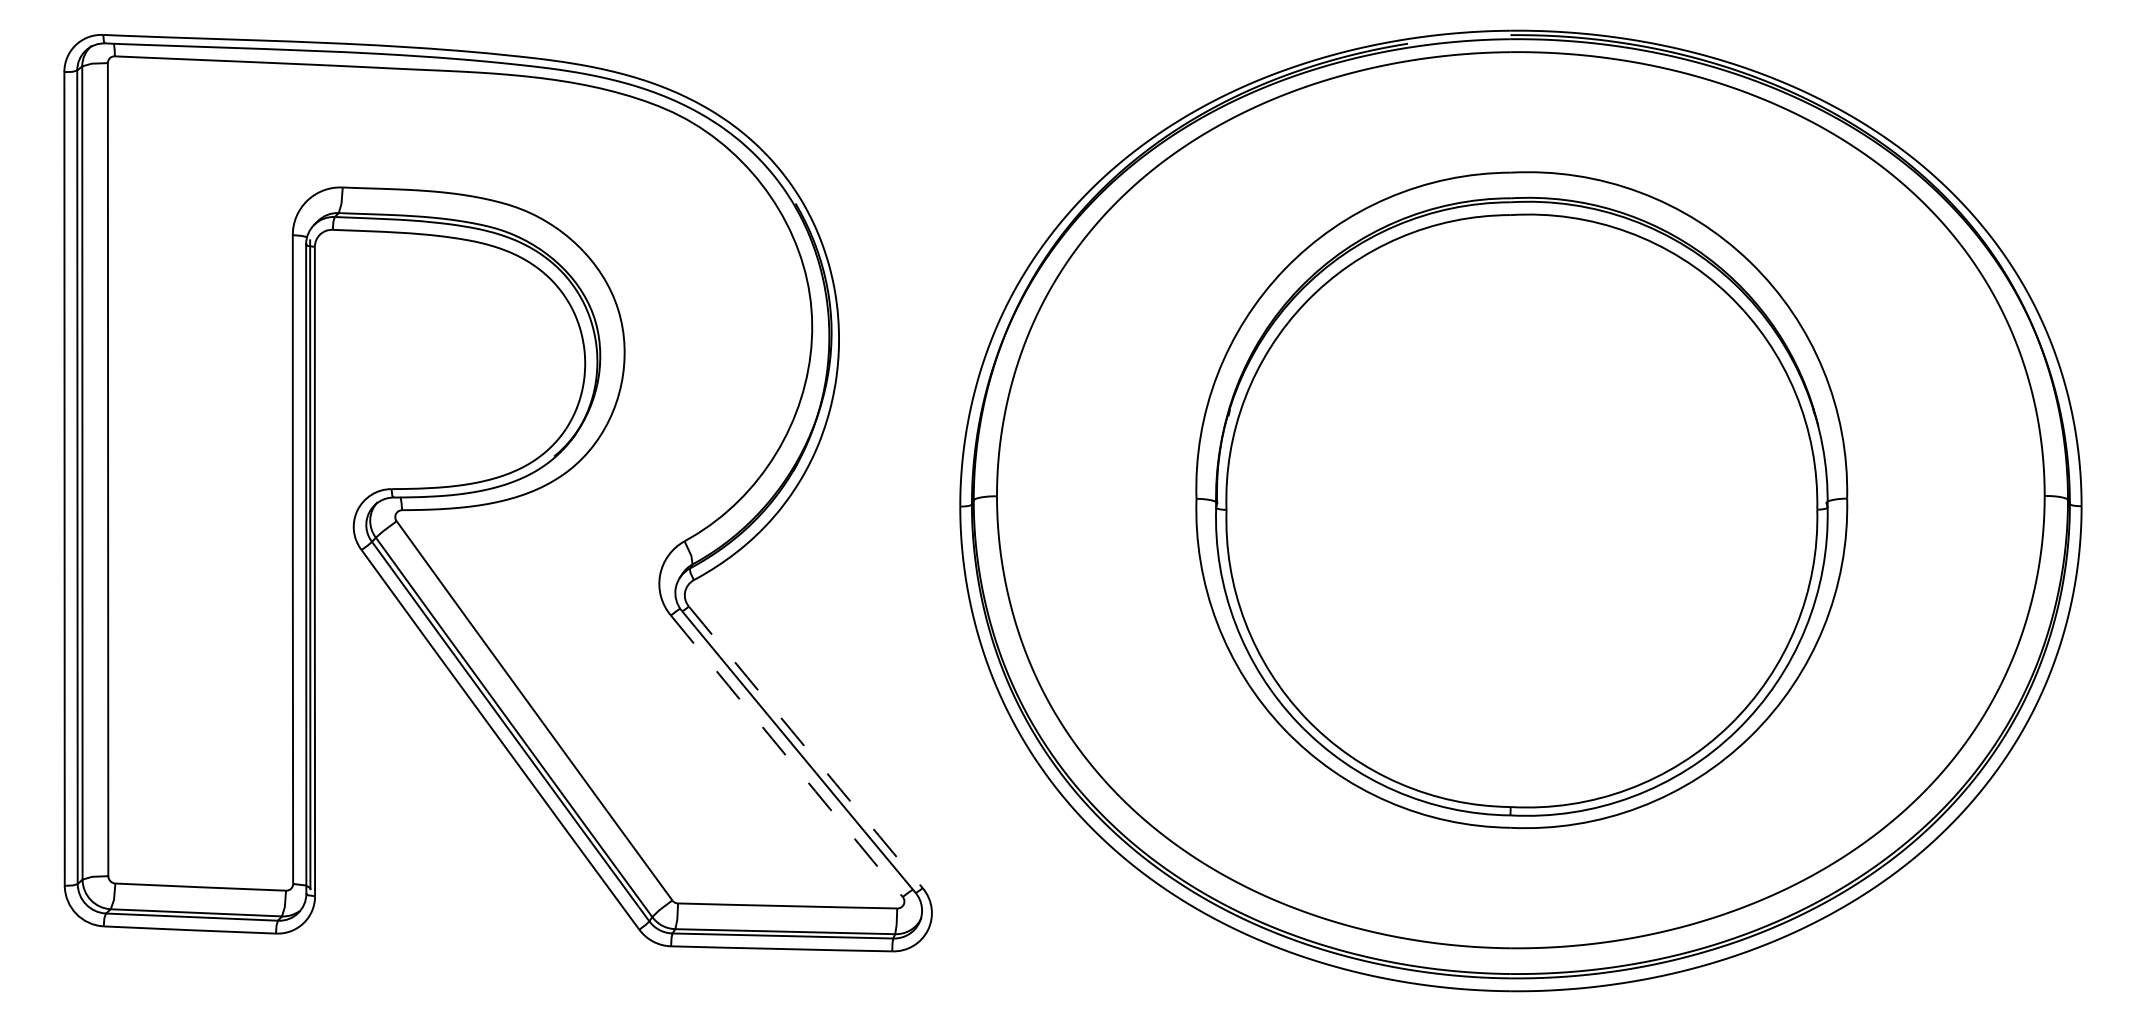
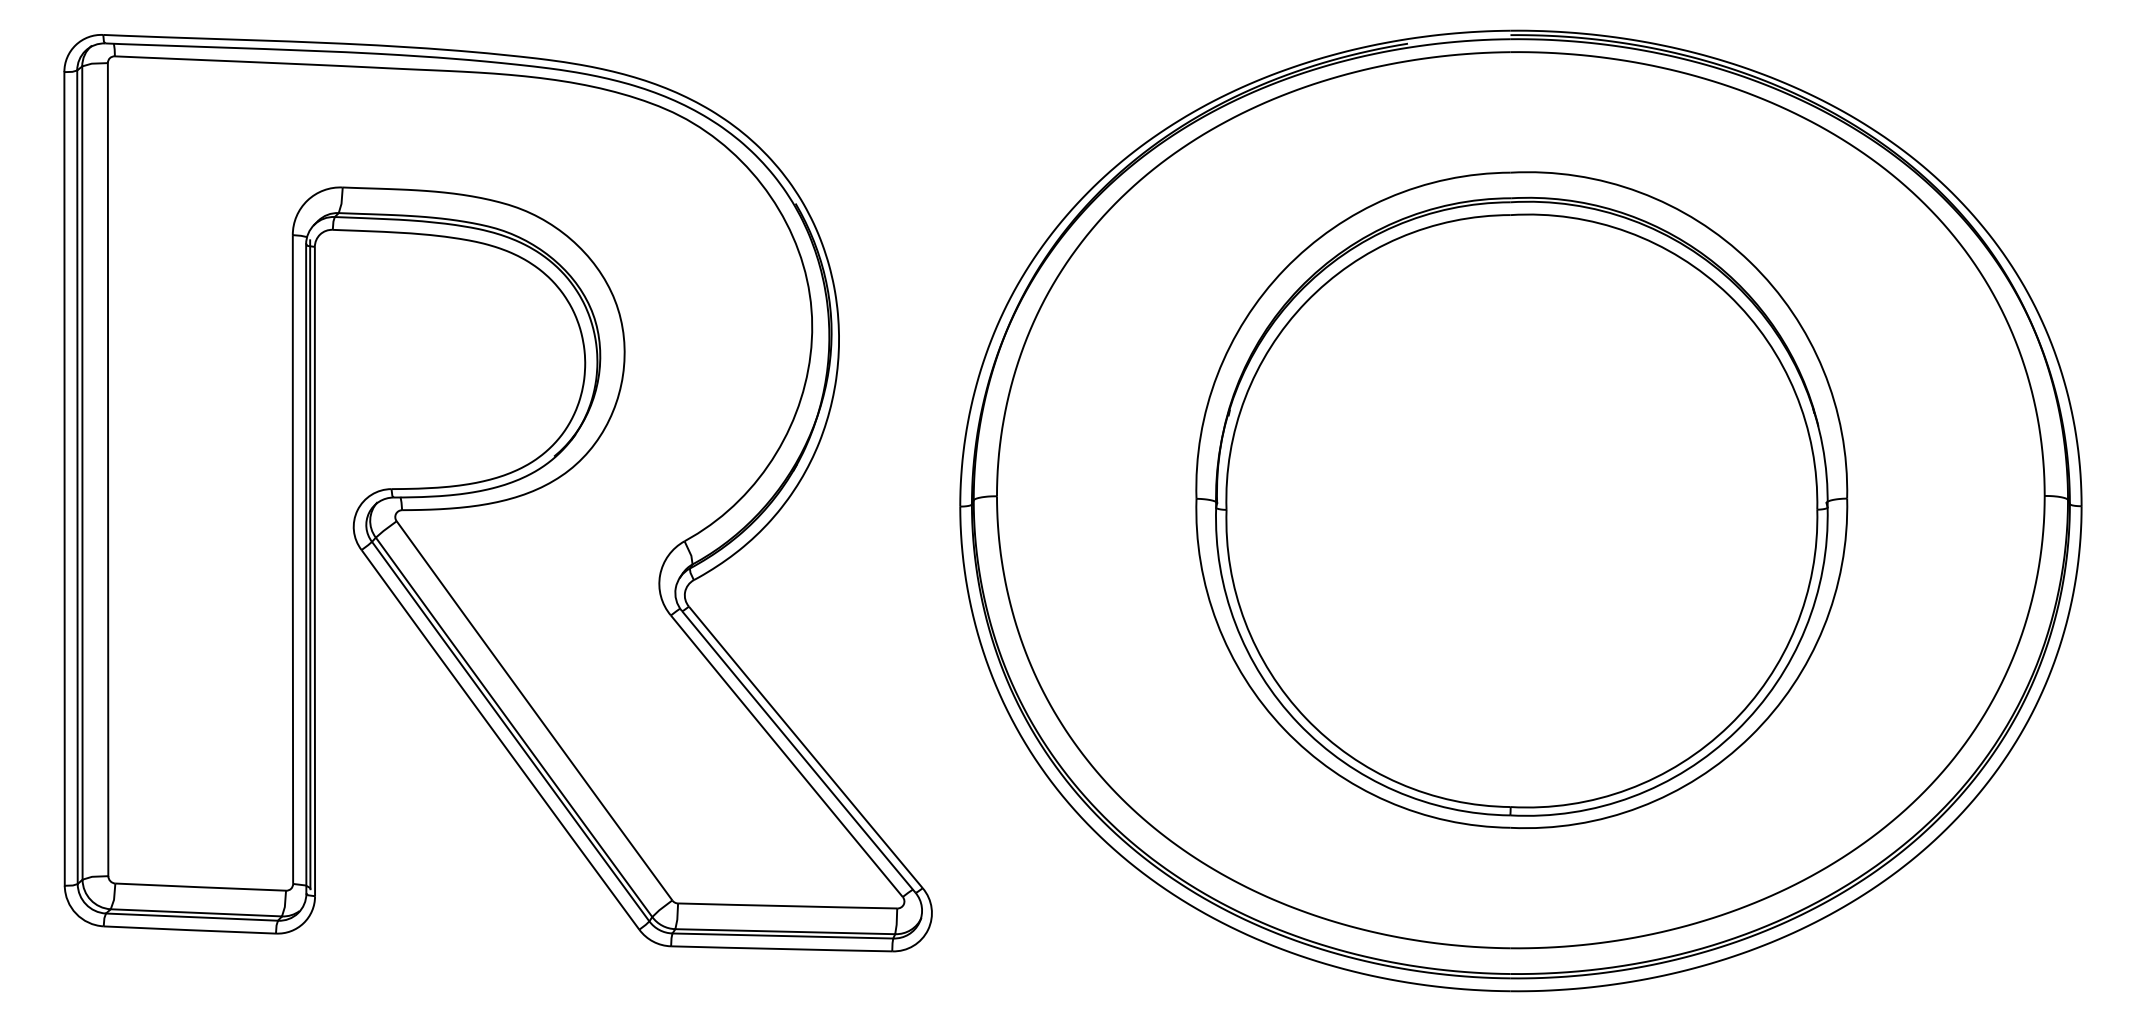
arc at (805, 747): dashed -> solid
arc at (786, 756): dashed -> solid
